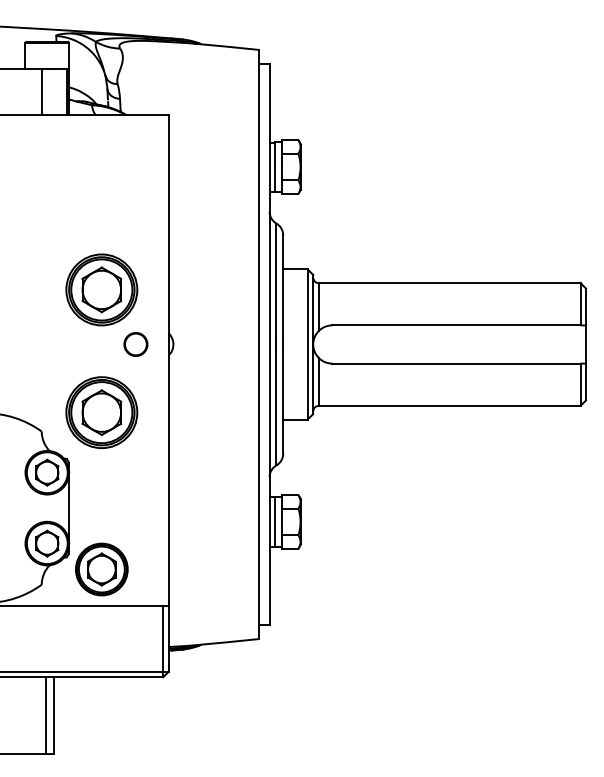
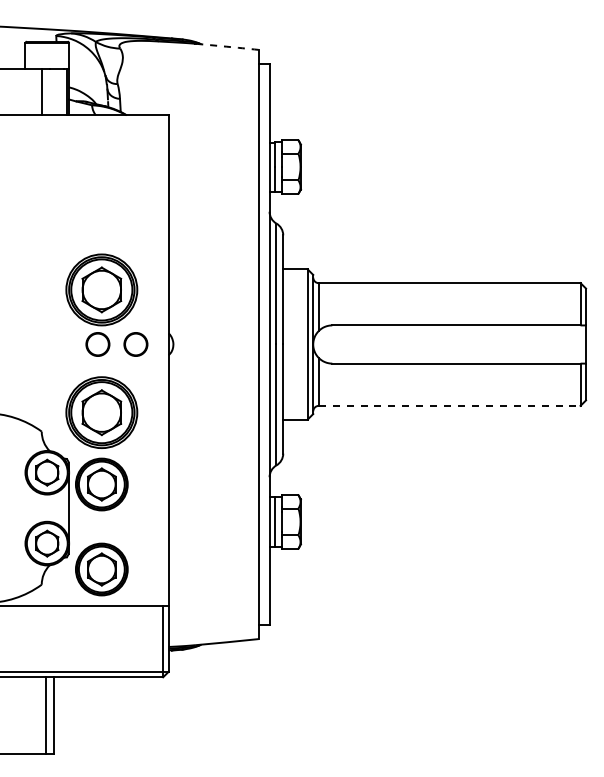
arc at (226, 46): solid -> dashed
circle at (97, 344): none -> present
line at (449, 405): solid -> dashed
part at (101, 484): none -> present
